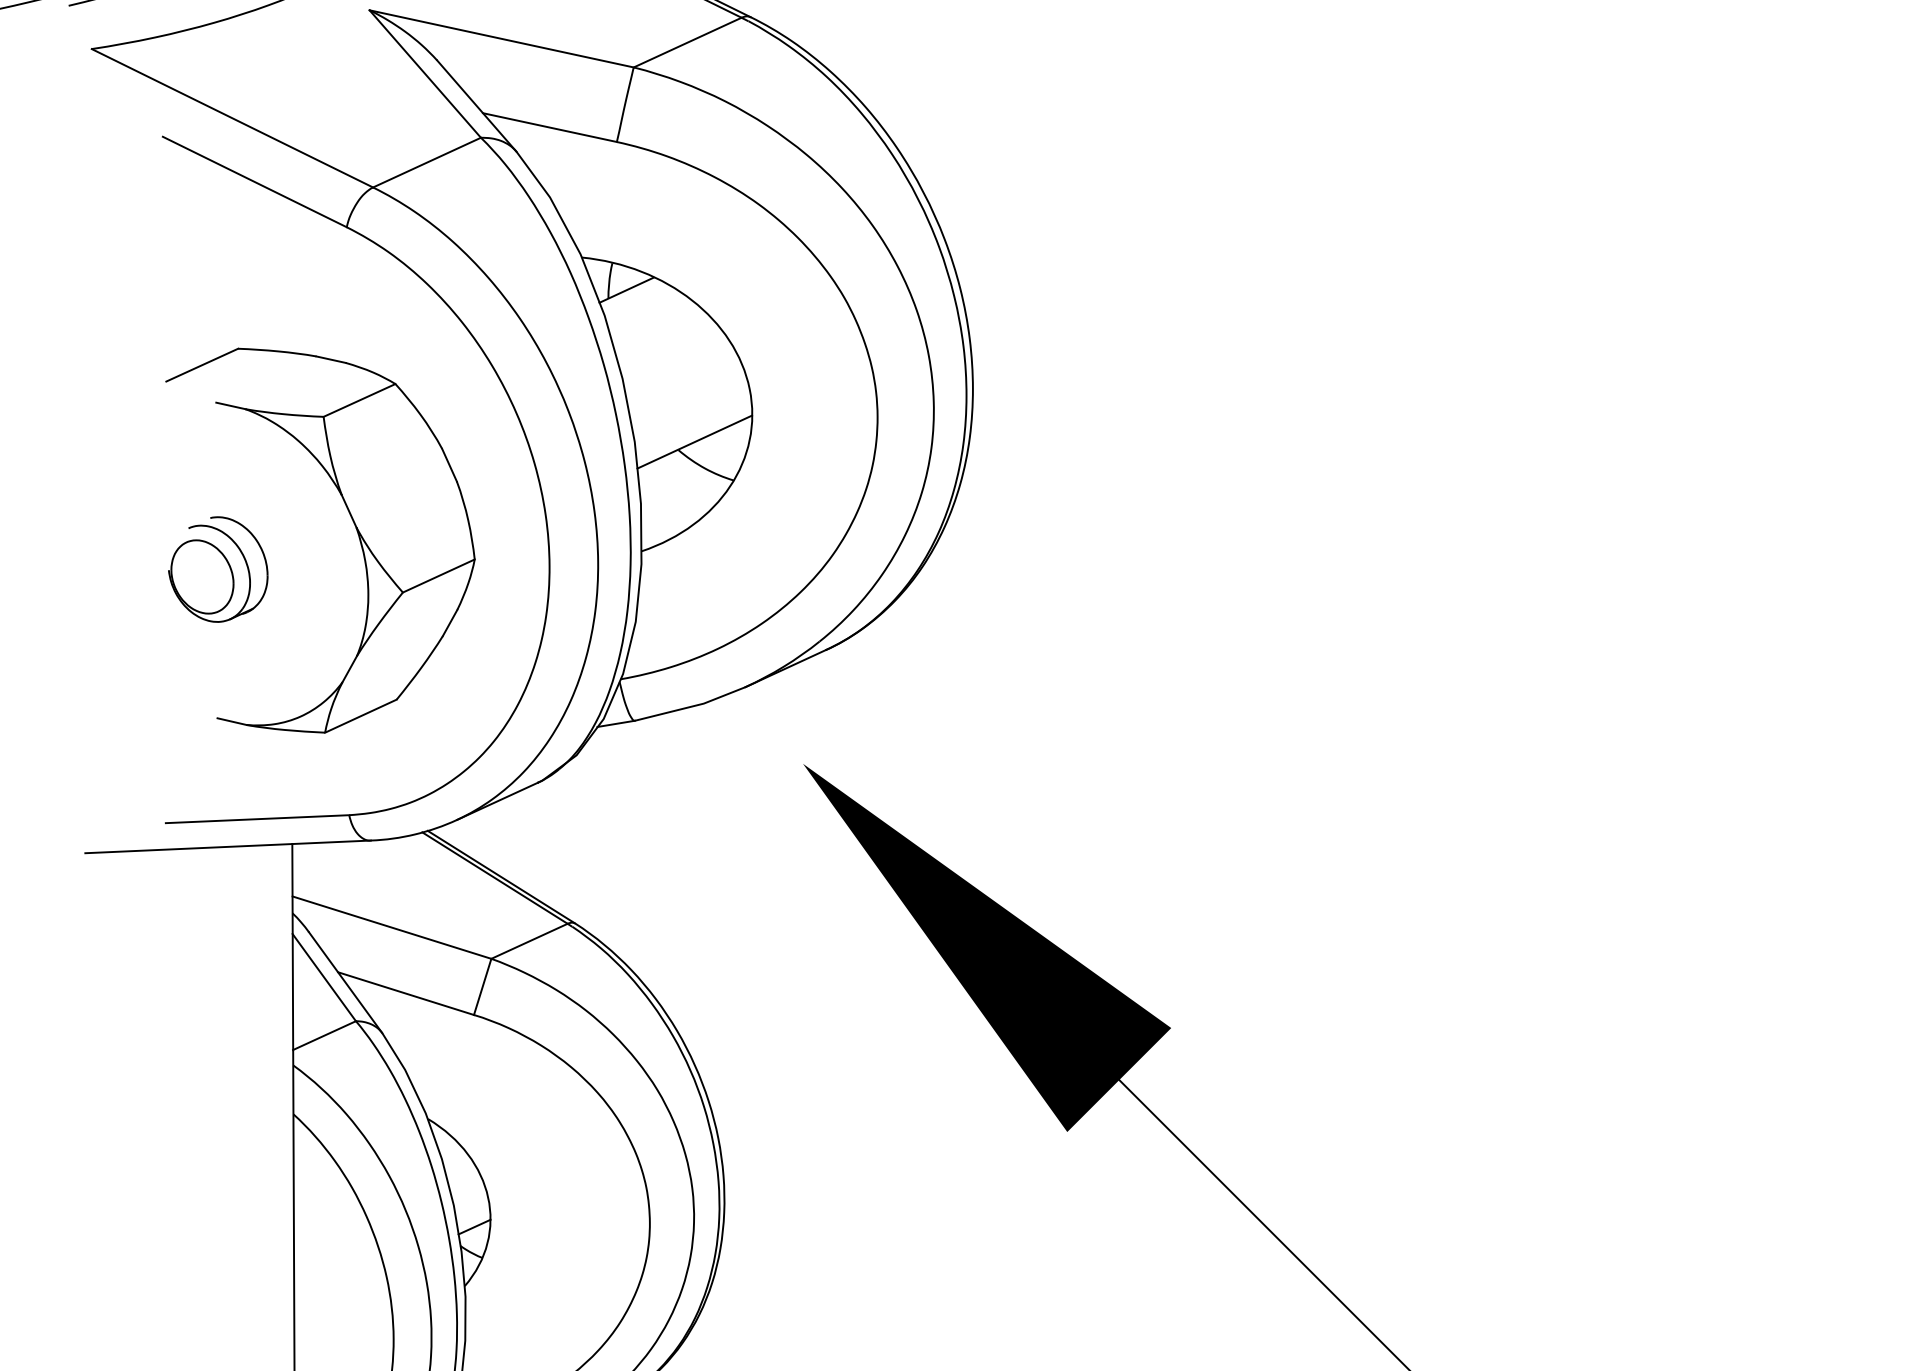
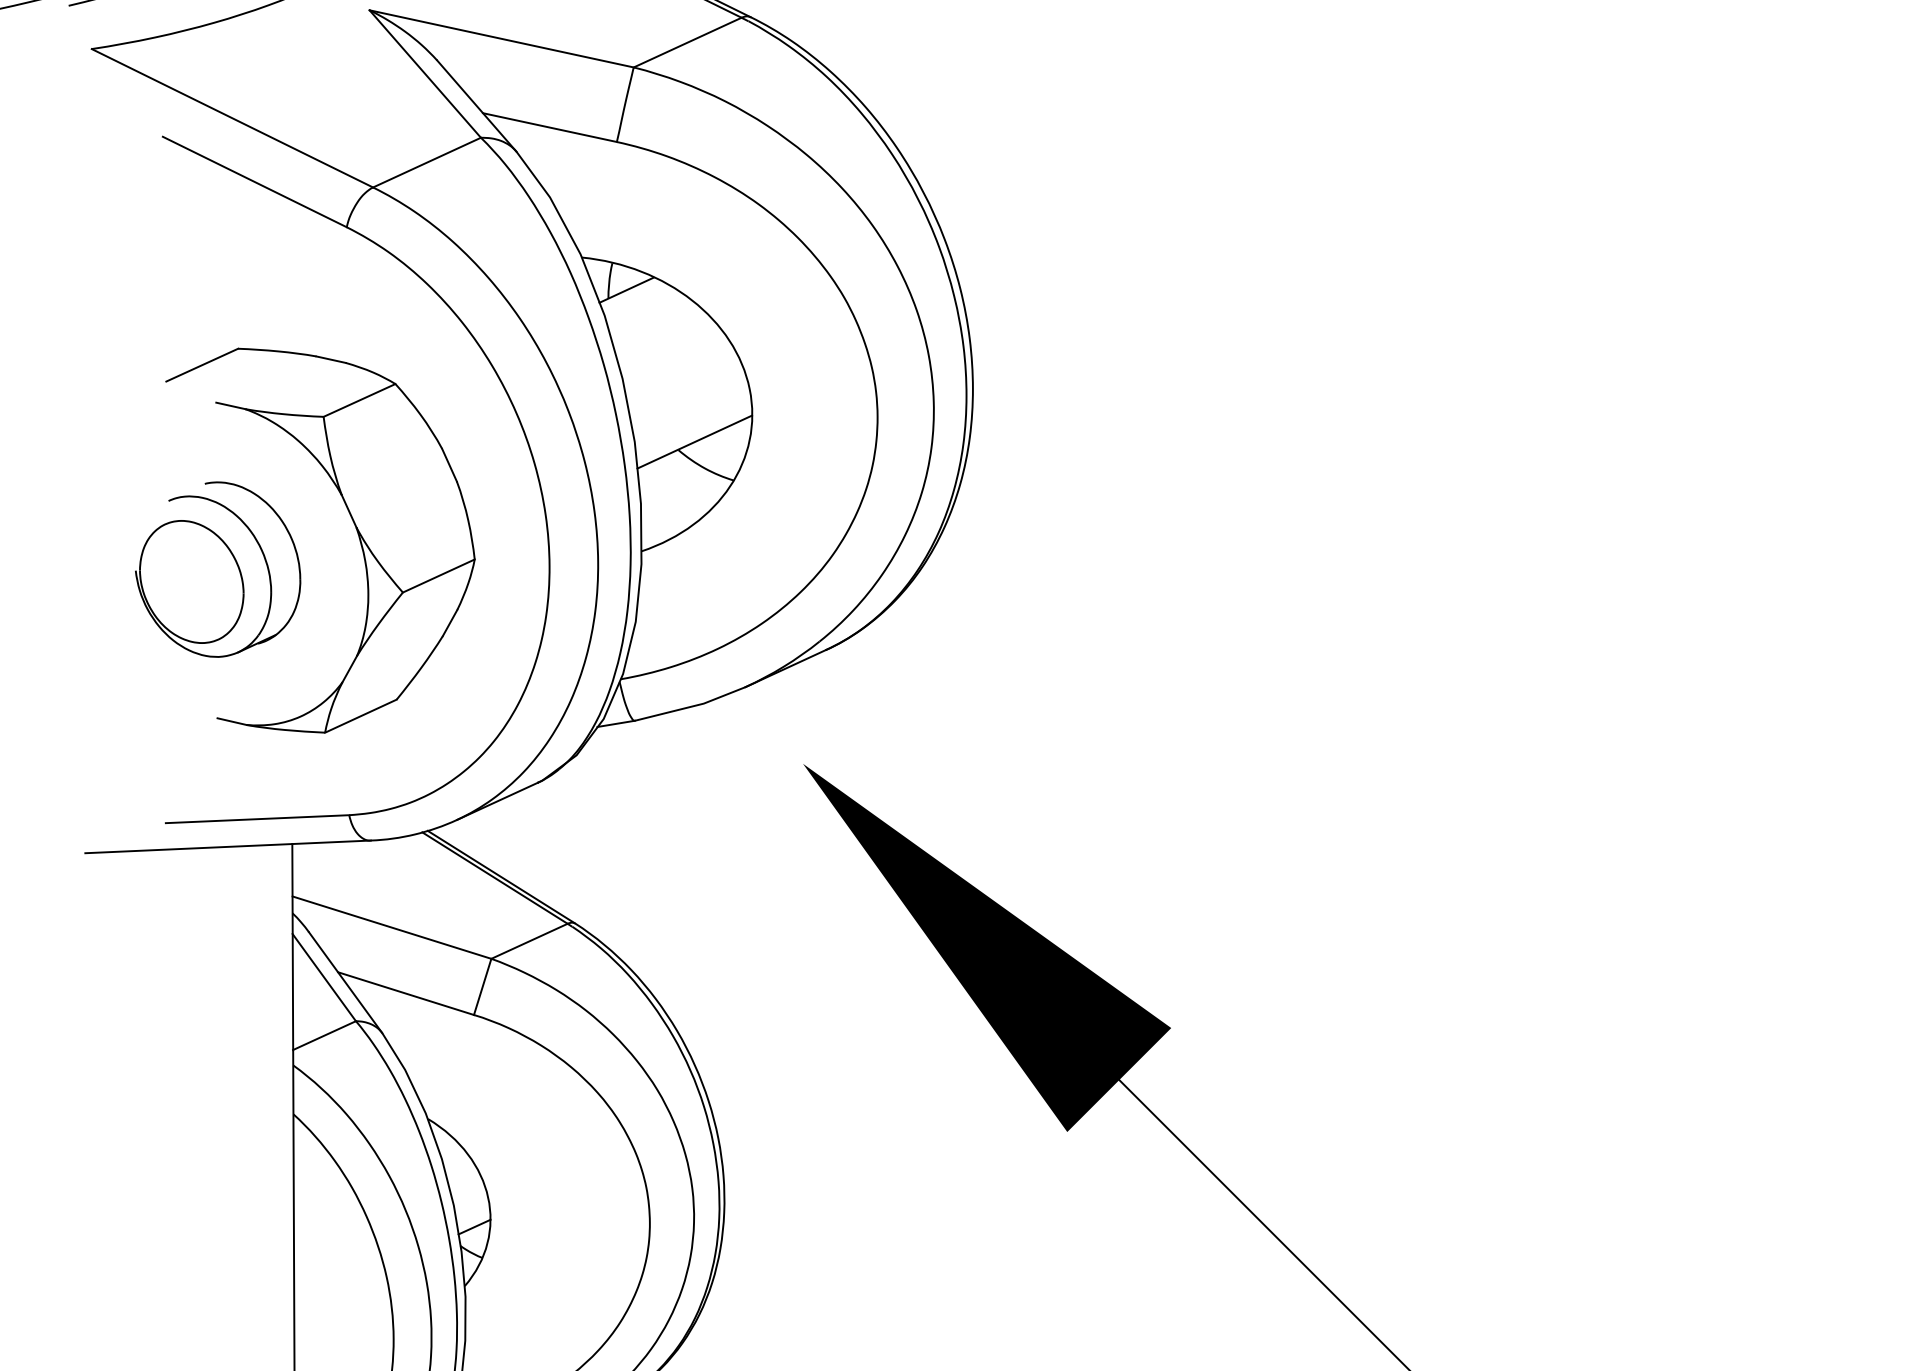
part at (218, 569) size: 101x107 px -> 167x177 px
